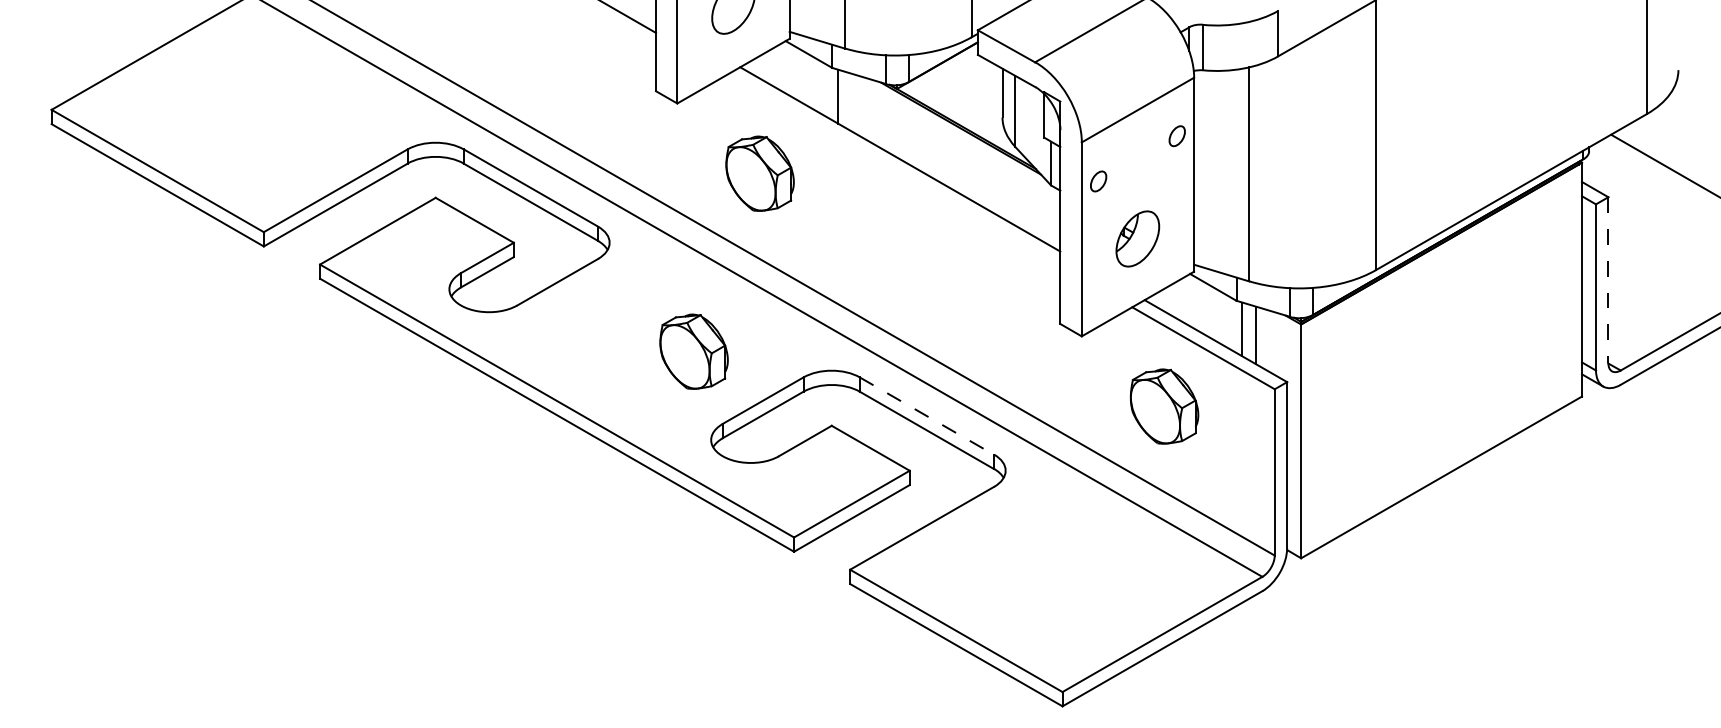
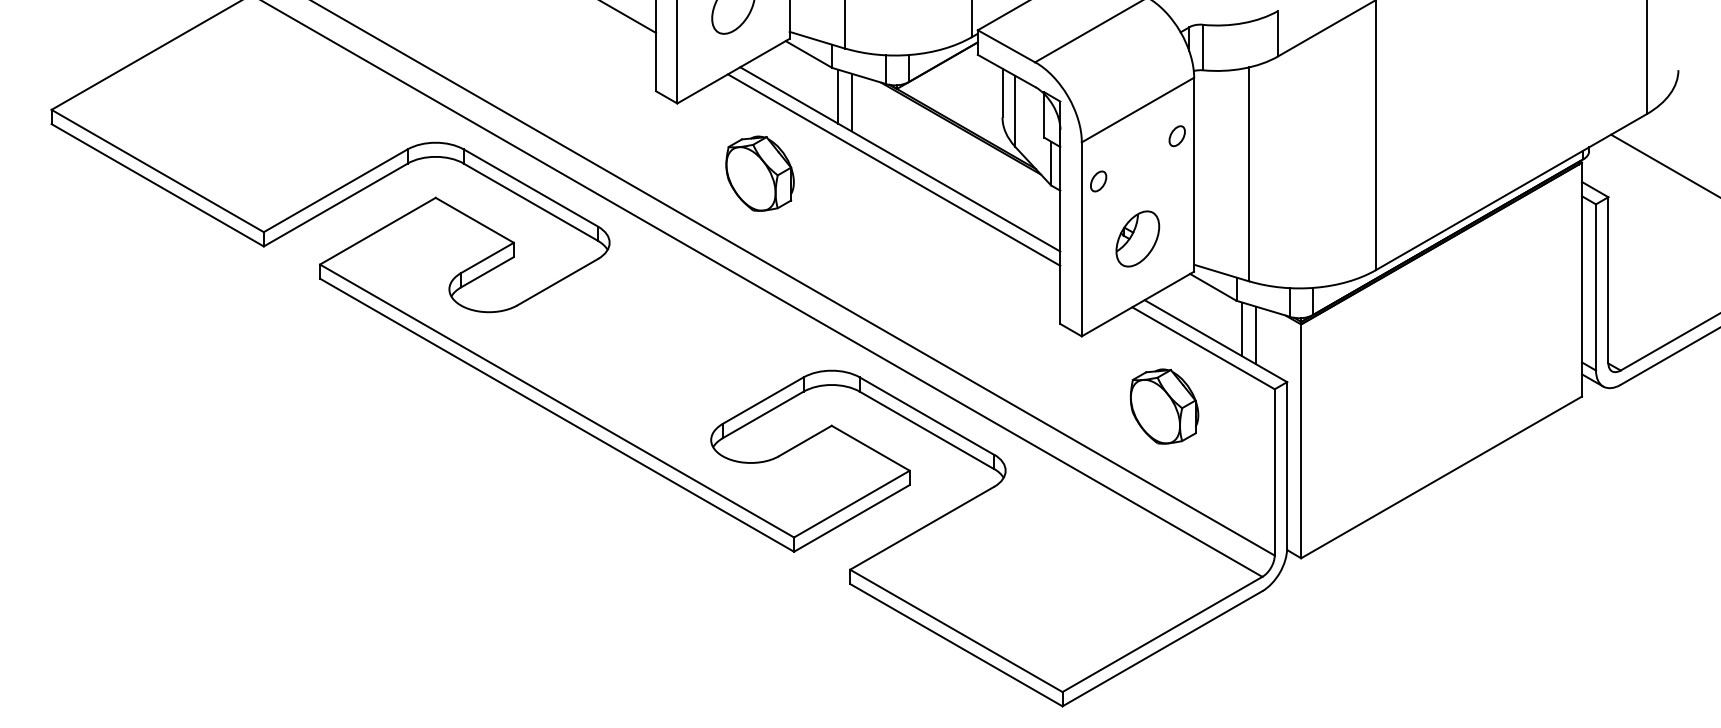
line at (851, 102): none -> present
line at (894, 169): none -> present
line at (1608, 280): dashed -> solid
part at (693, 351): present -> none
line at (927, 416): dashed -> solid
